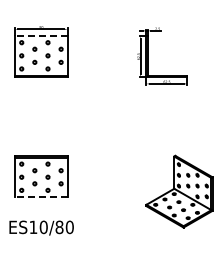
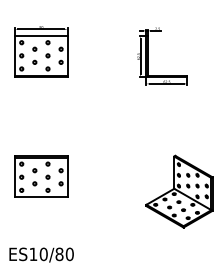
line at (40, 36): dashed -> solid
line at (40, 196): dashed -> solid
text at (41, 227) position: (41, 227) -> (41, 254)
